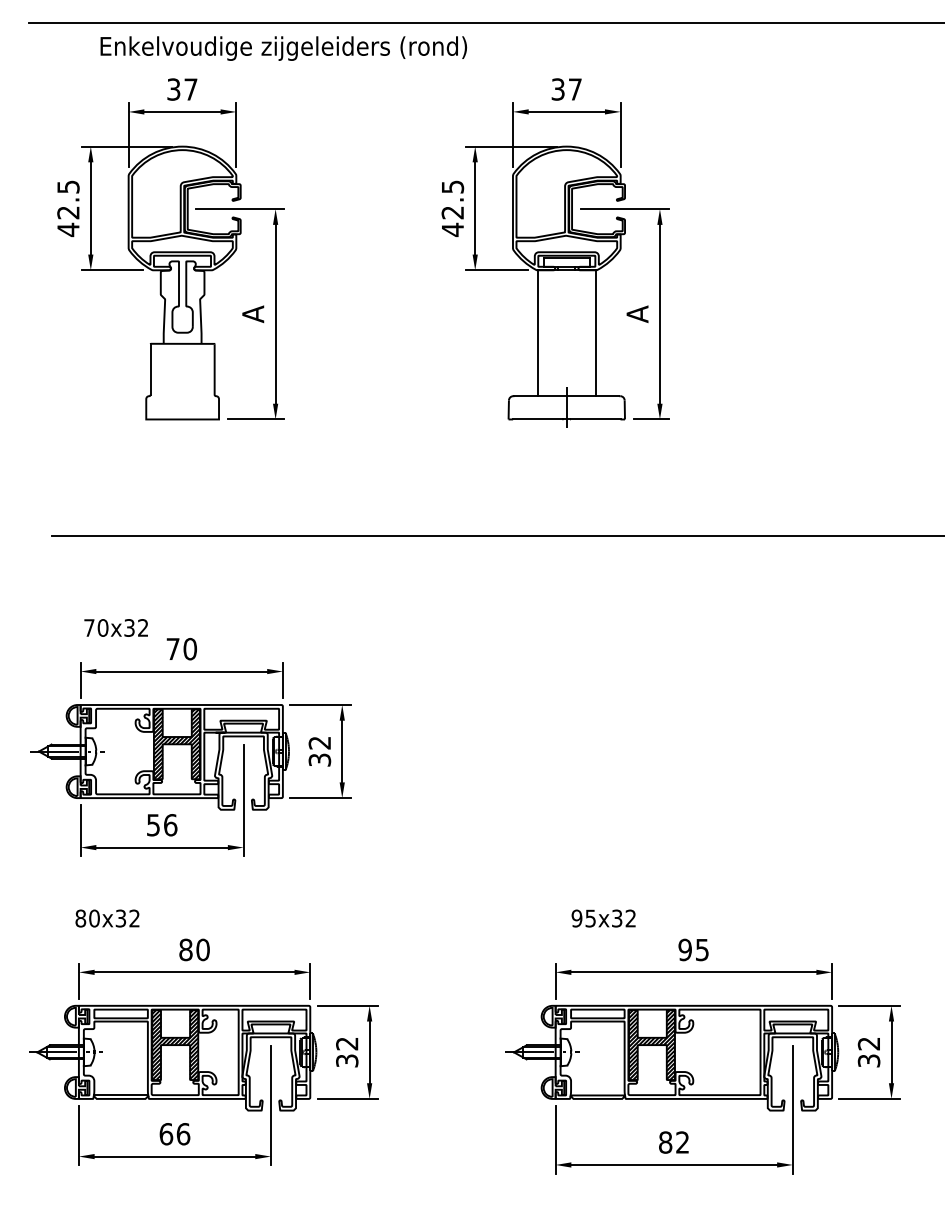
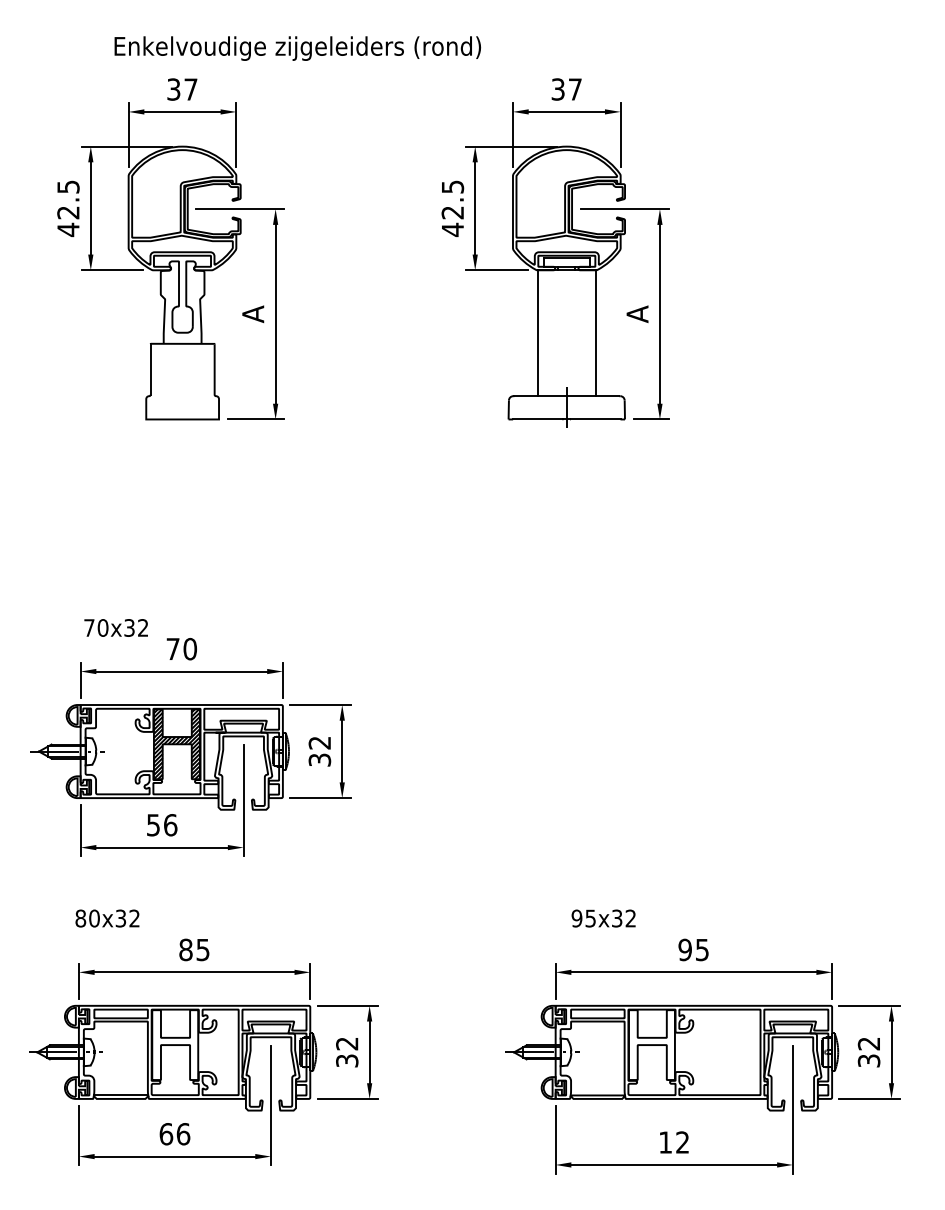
line at (485, 22): present -> none
text at (283, 48) position: (283, 48) -> (297, 48)
line at (496, 535): present -> none
text at (202, 949): 80 -> 85
hatch at (175, 1045): present -> none
hatch at (651, 1045): present -> none
text at (665, 1142): 82 -> 12
